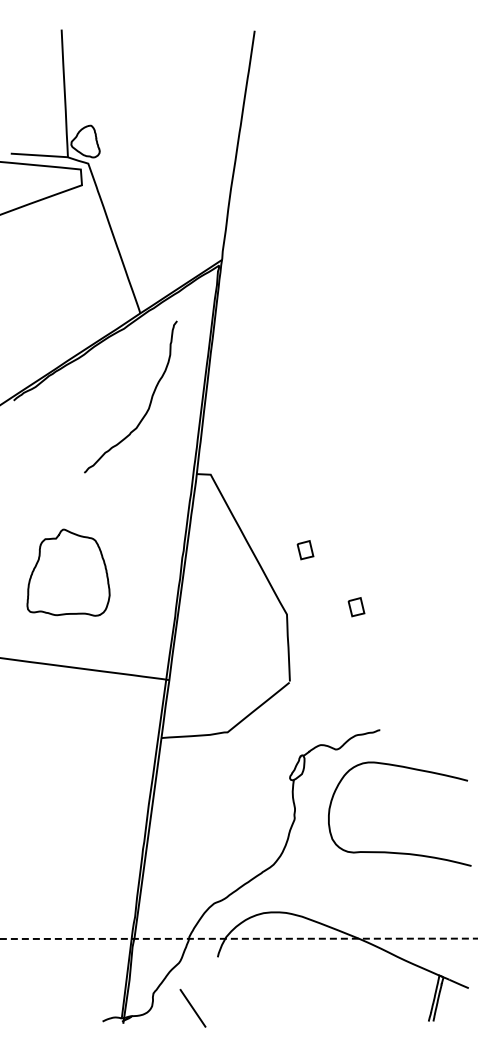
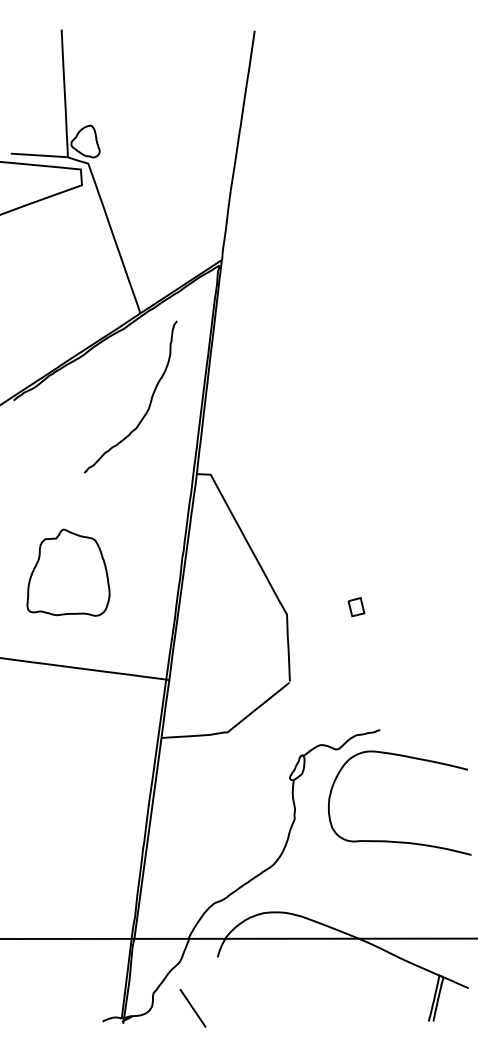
part at (305, 550): present -> none
curve at (391, 851) position: (391, 851) -> (391, 840)
line at (238, 938): dashed -> solid
